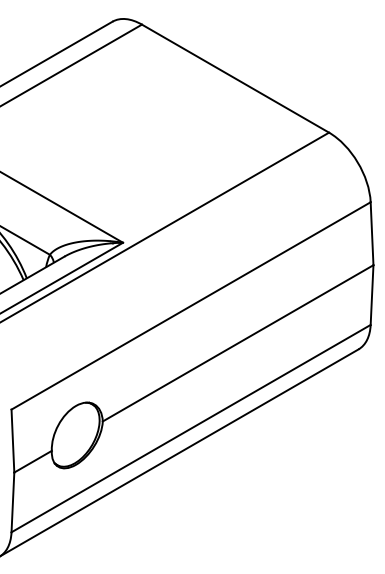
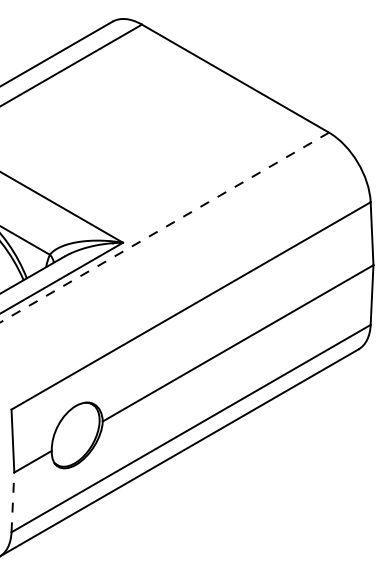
line at (164, 227): solid -> dashed
line at (12, 502): solid -> dashed
